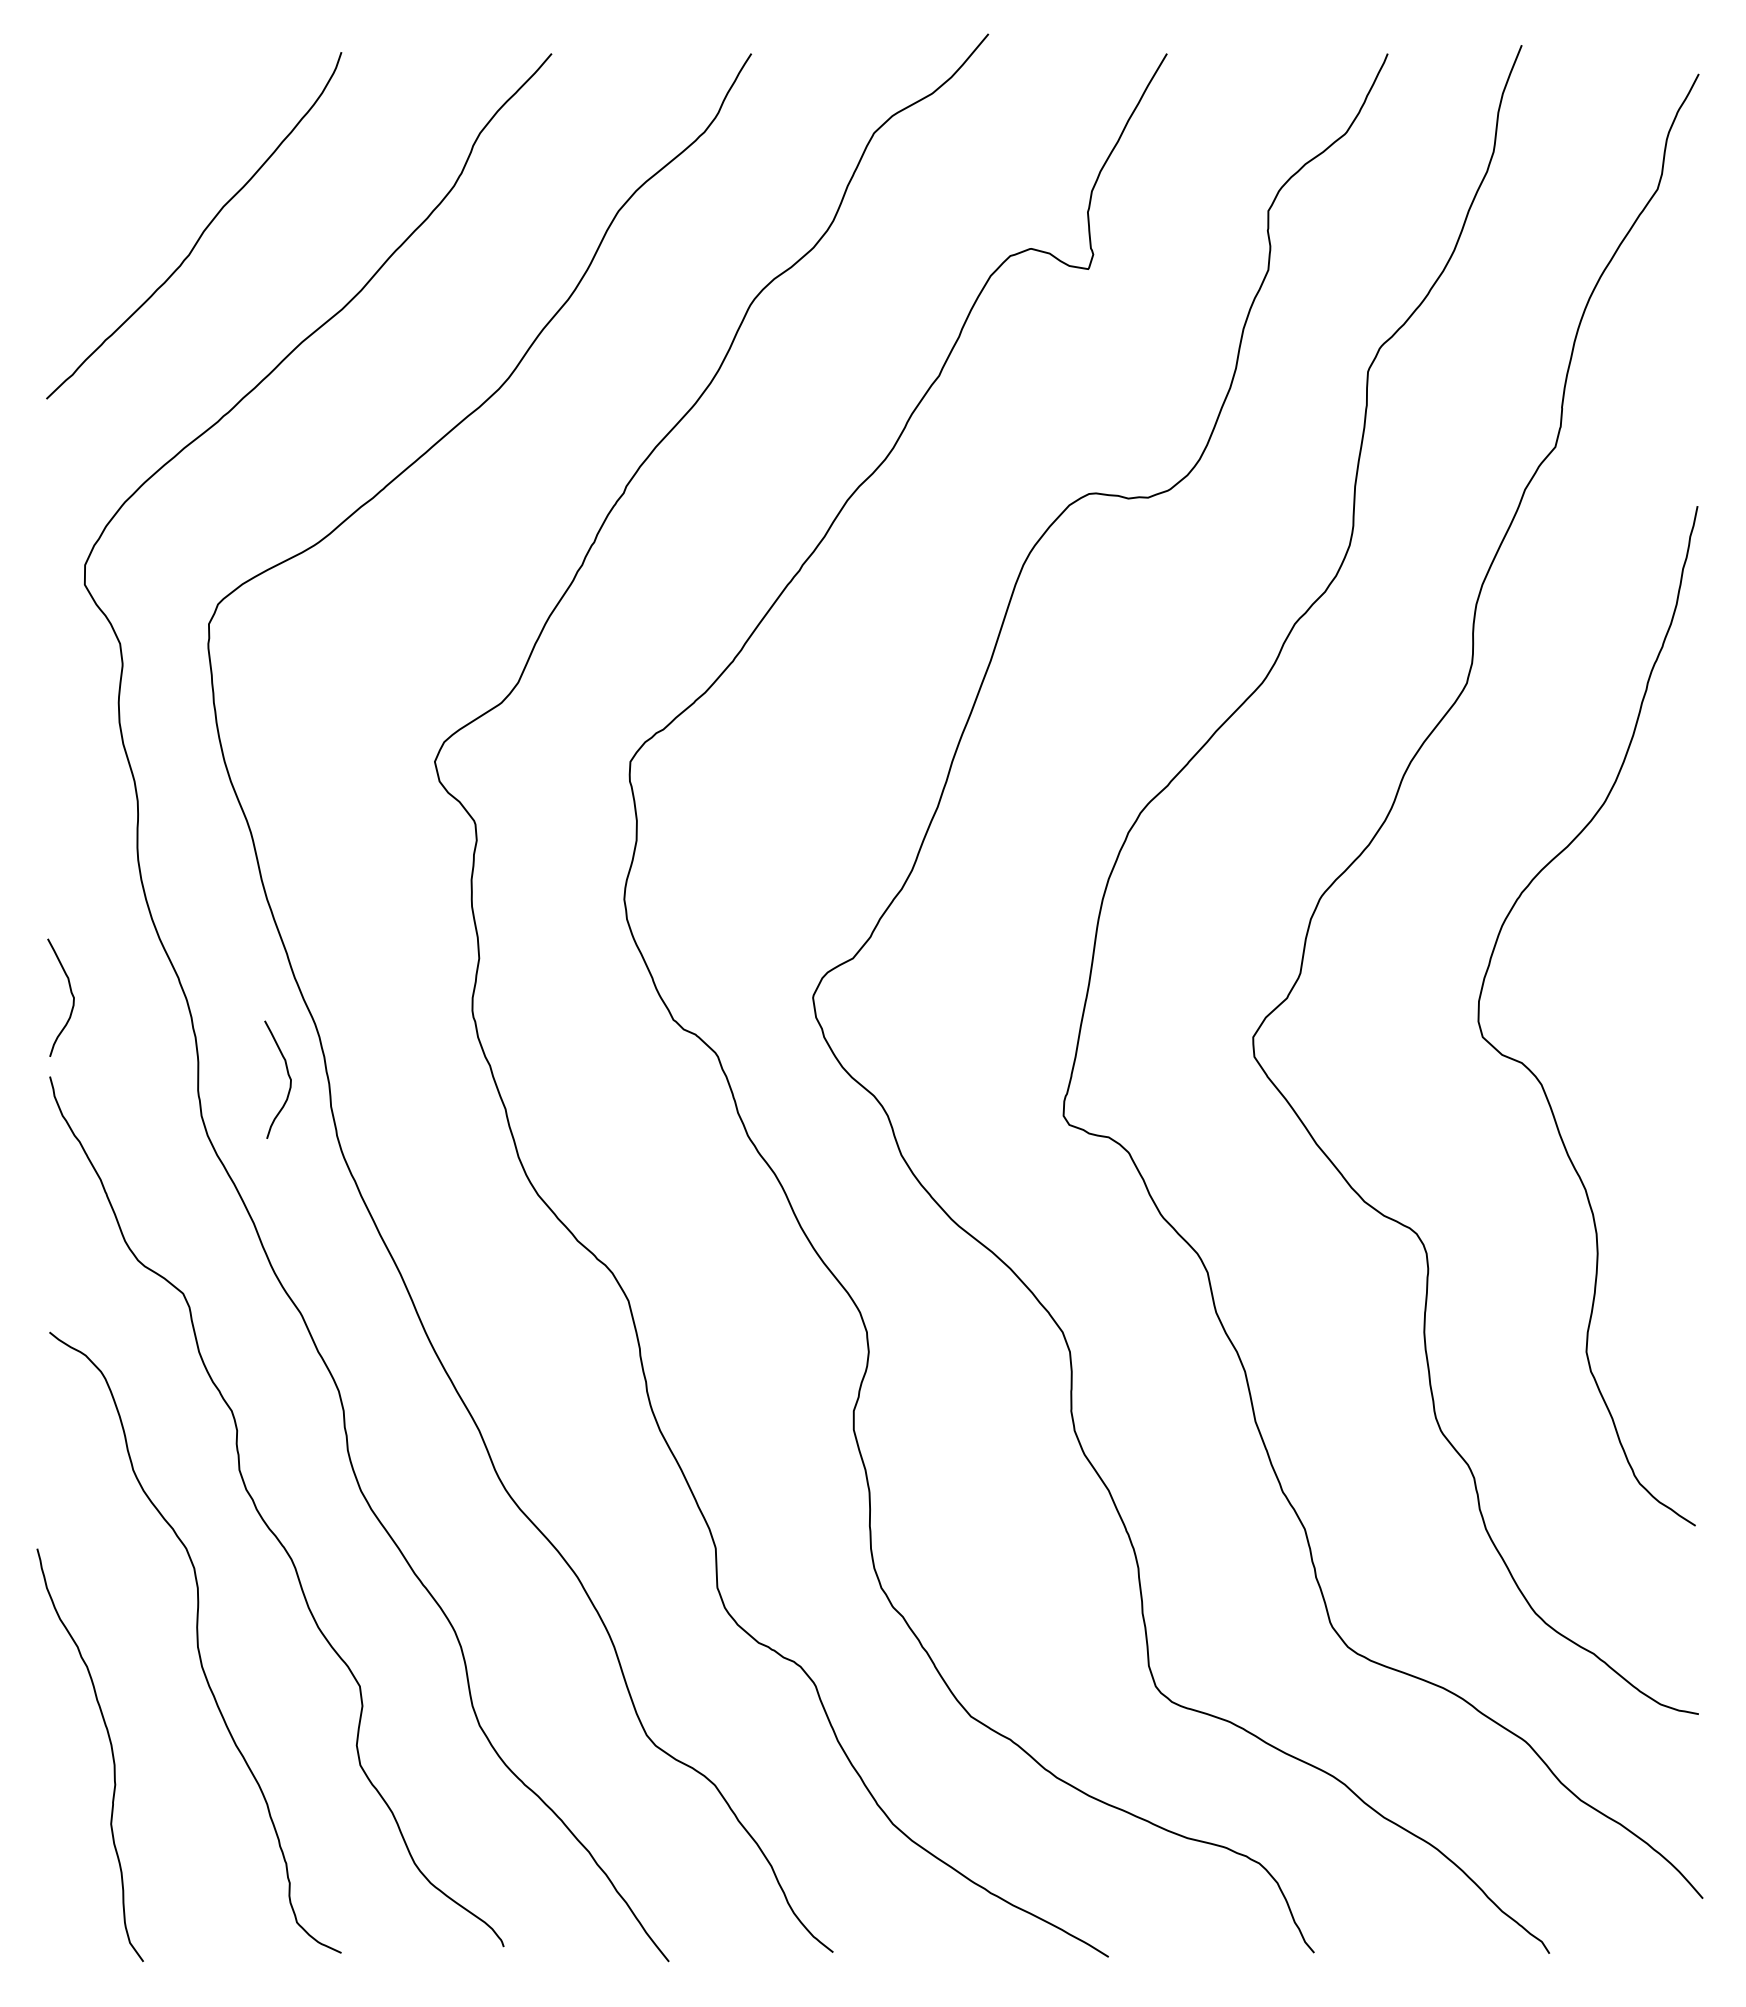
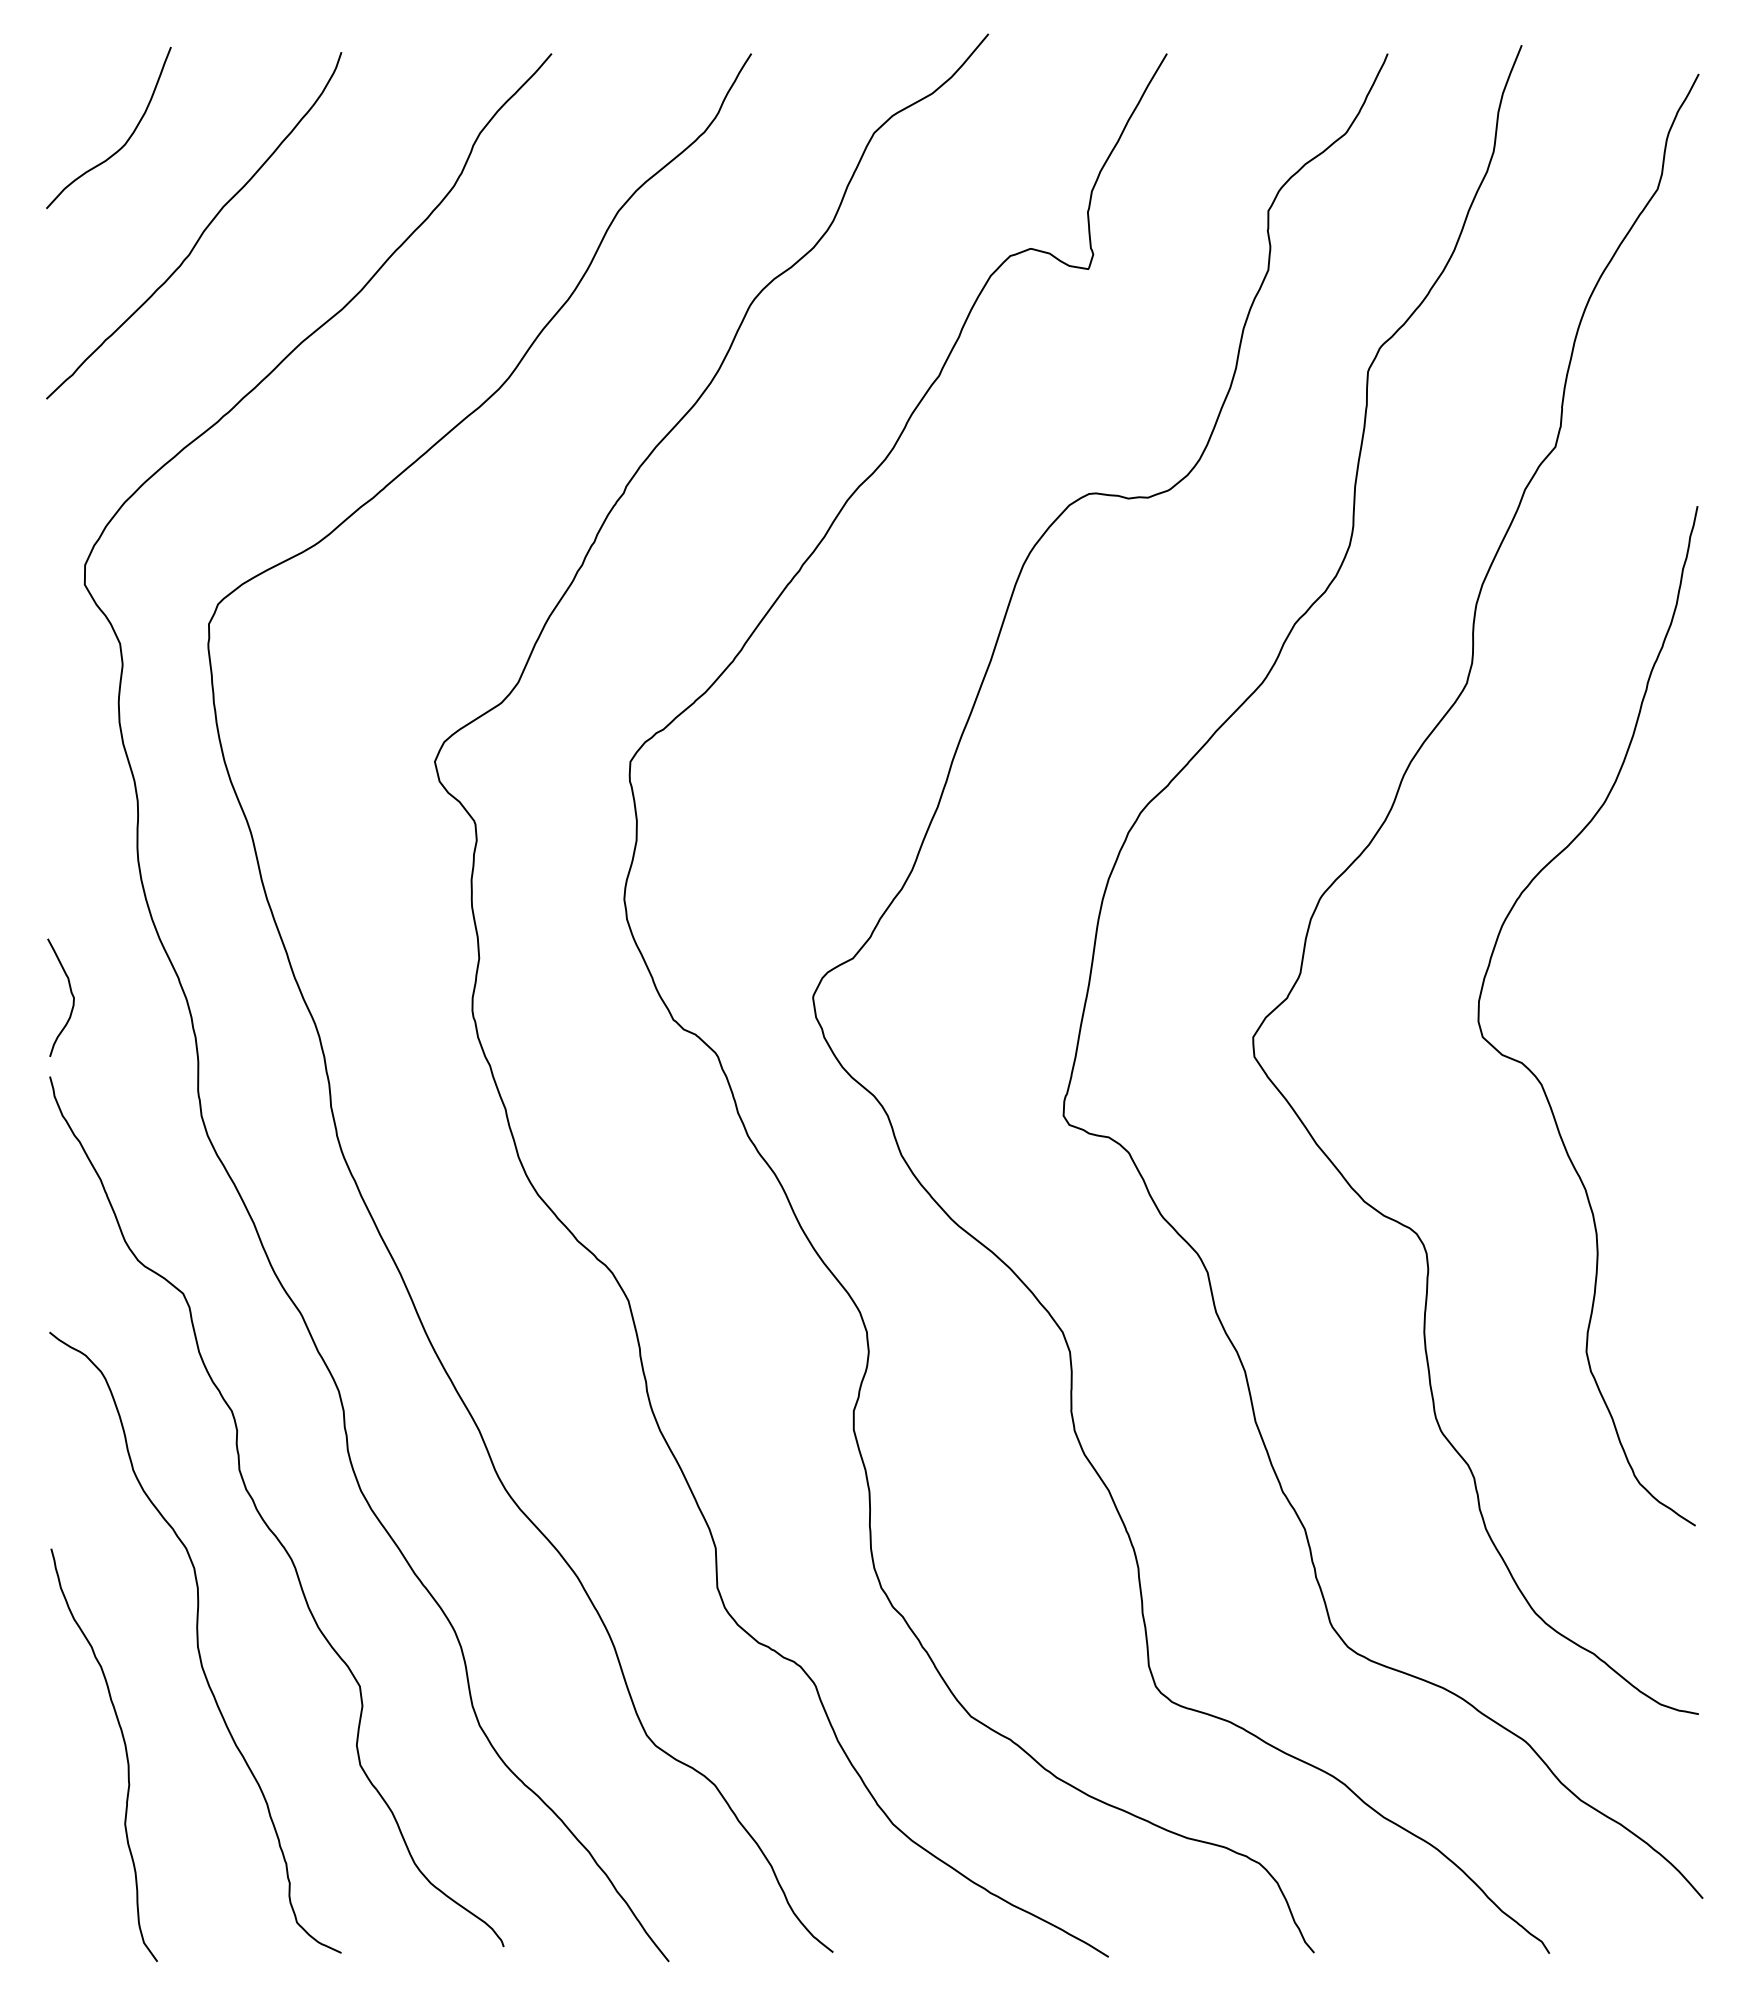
curve at (126, 140): none -> present
curve at (287, 1074): present -> none
curve at (111, 1753) position: (111, 1753) -> (125, 1753)
